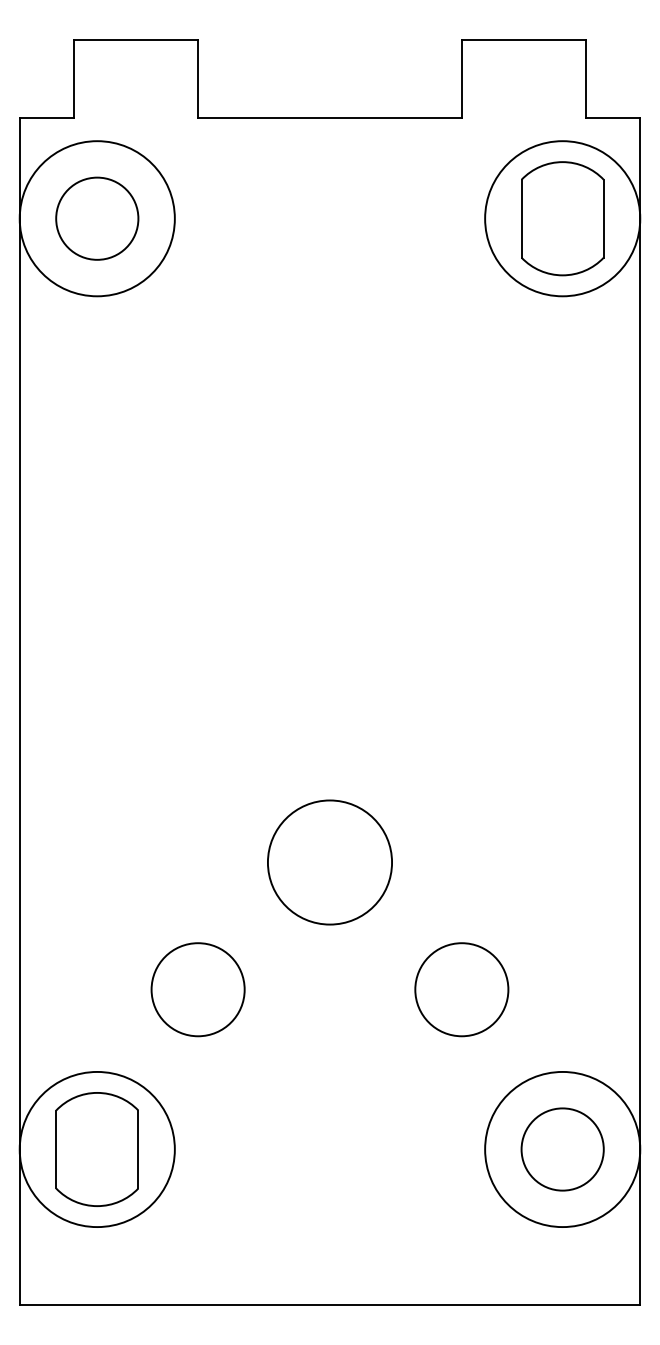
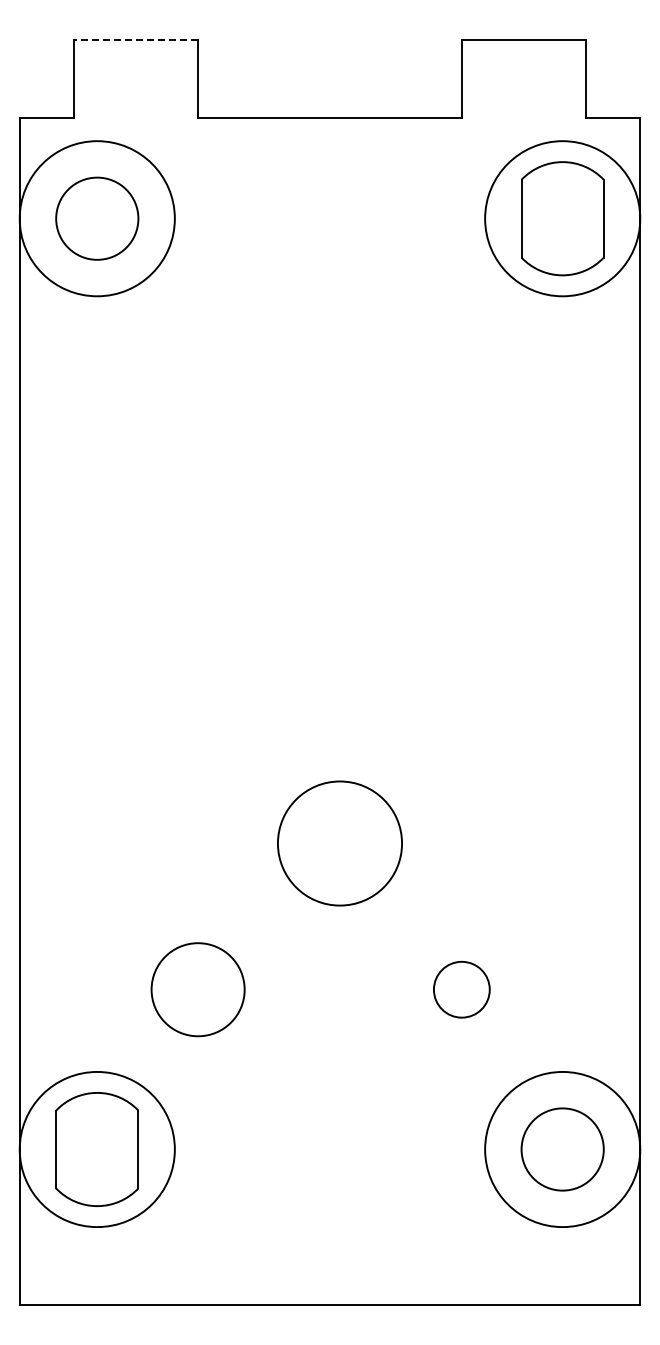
line at (135, 40): solid -> dashed
circle at (329, 862) position: (329, 862) -> (339, 843)
circle at (461, 989) diameter: 93 px -> 56 px
